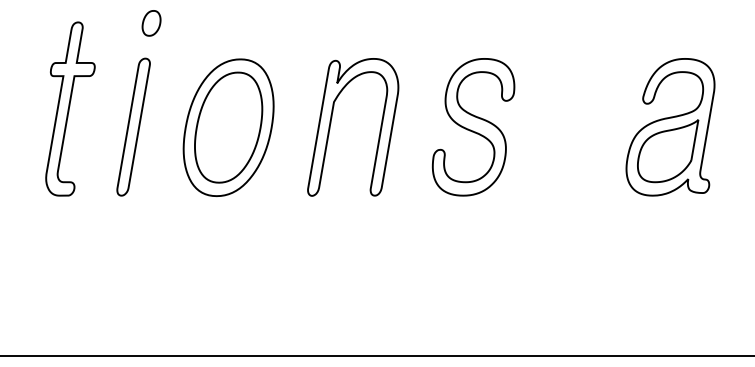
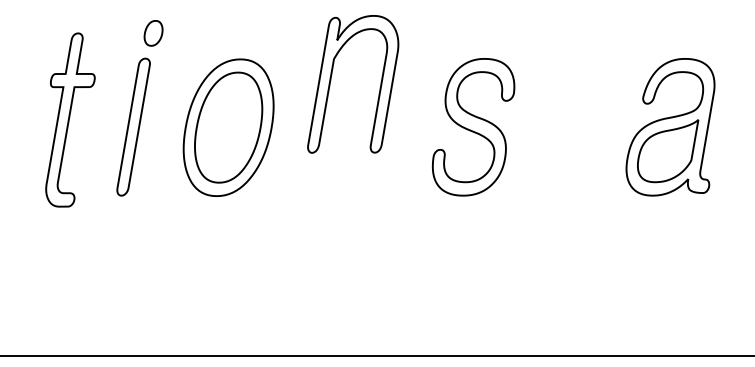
part at (151, 23) position: (151, 23) -> (153, 33)
part at (70, 108) position: (70, 108) -> (70, 119)
part at (331, 123) position: (331, 123) -> (331, 80)
